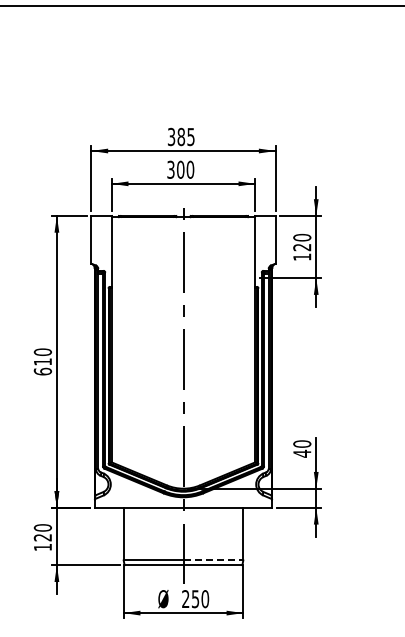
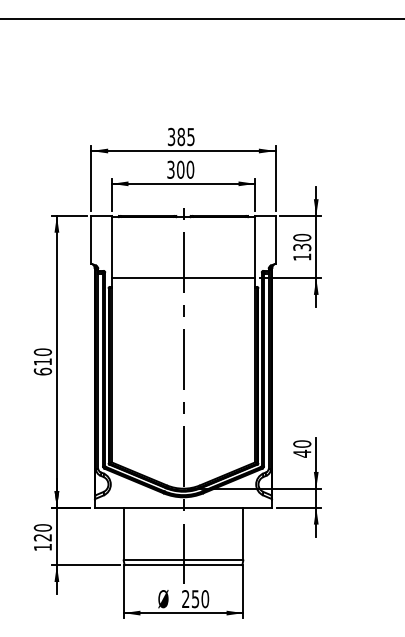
line at (201, 6) position: (201, 6) -> (201, 19)
text at (302, 247): 120 -> 130
line at (183, 278): none -> present
line at (213, 560): dashed -> solid
